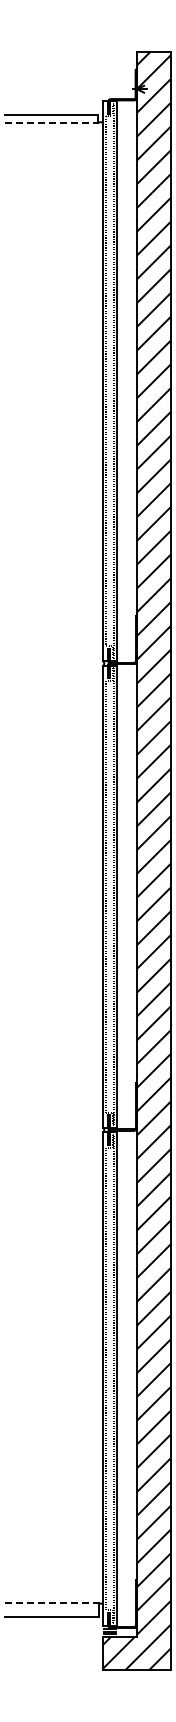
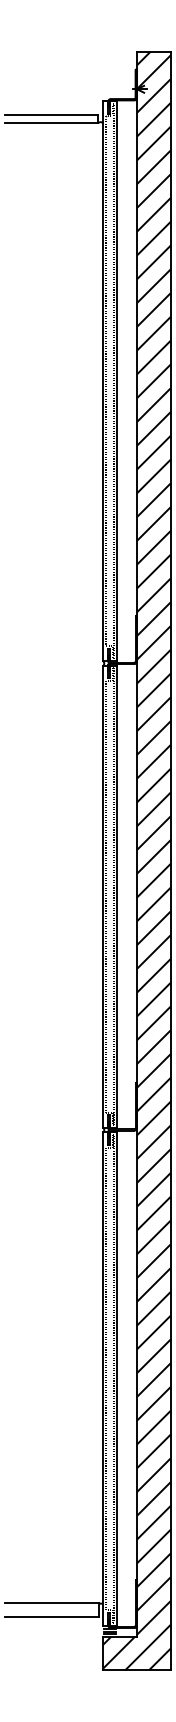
line at (52, 123): dashed -> solid
line at (52, 1603): dashed -> solid
